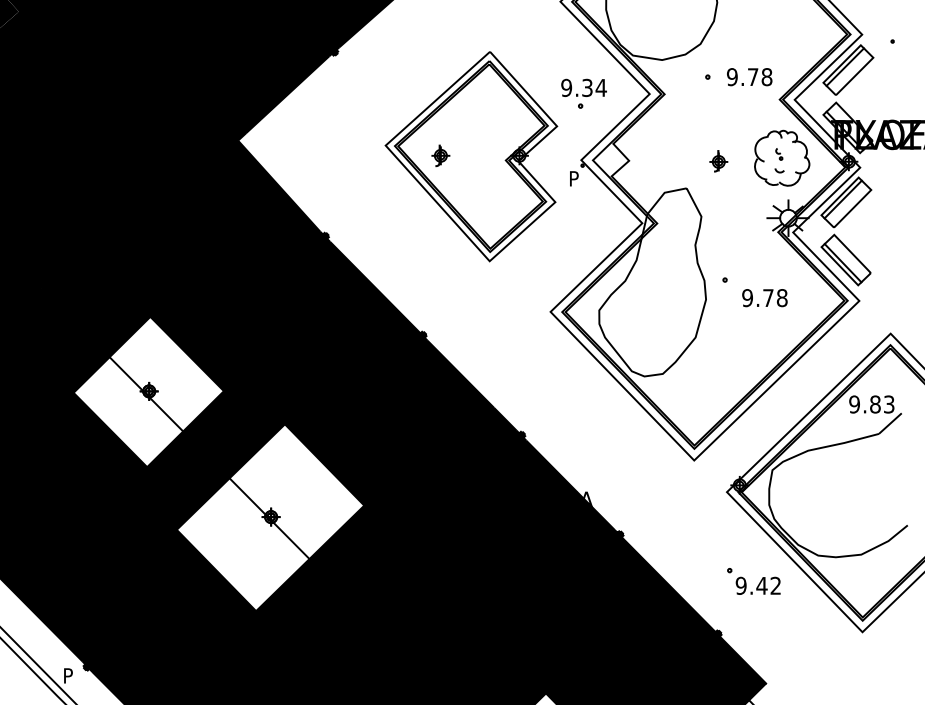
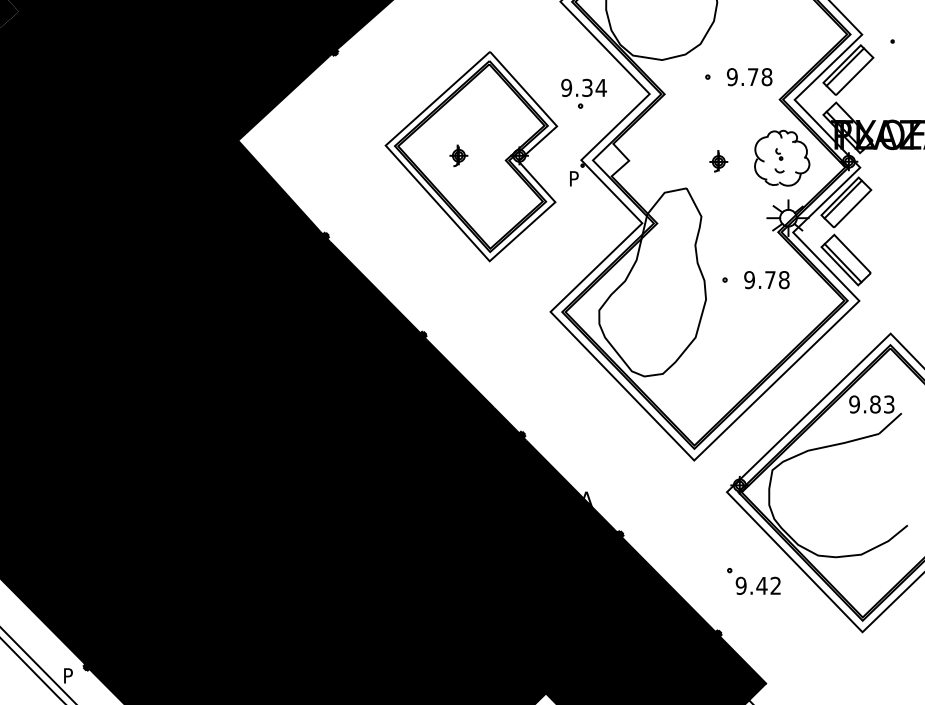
part at (440, 155) position: (440, 155) -> (458, 155)
text at (764, 298) position: (764, 298) -> (766, 280)
fill at (148, 391): none -> present
fill at (270, 517): none -> present
